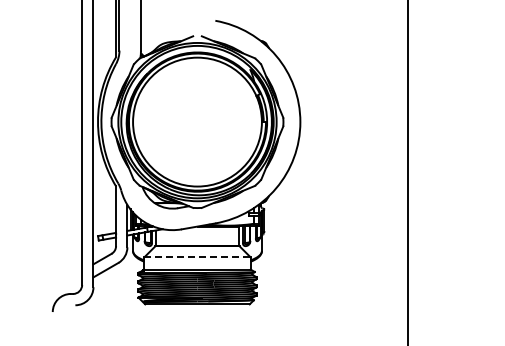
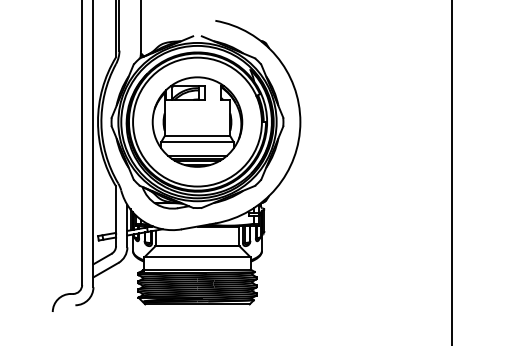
part at (197, 121): none -> present
line at (408, 172) position: (408, 172) -> (452, 172)
line at (198, 257): dashed -> solid
